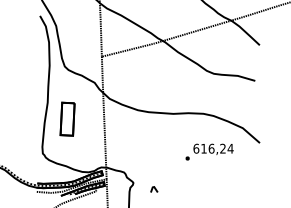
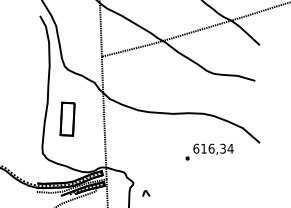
text at (222, 148): 616,24 -> 616,34
line at (154, 189) position: (154, 189) -> (146, 193)
